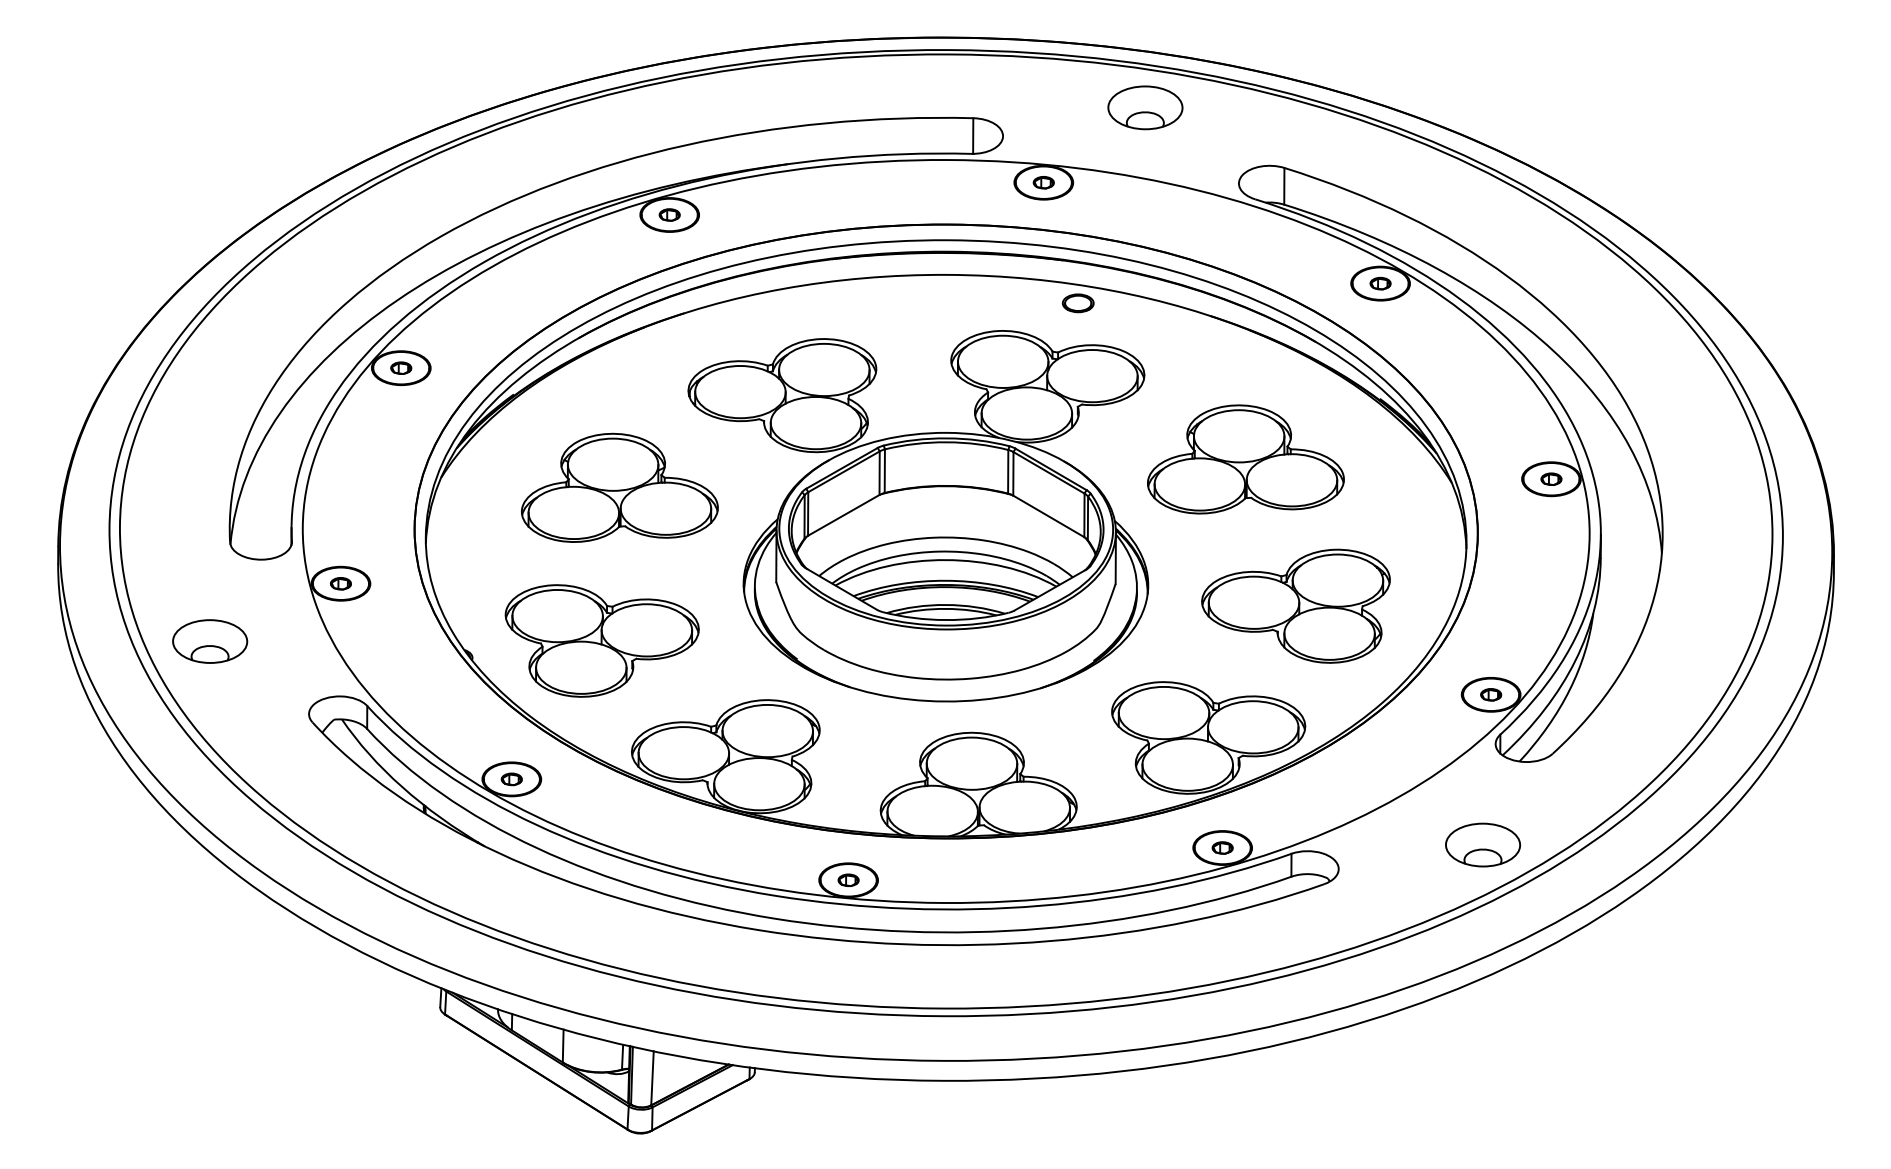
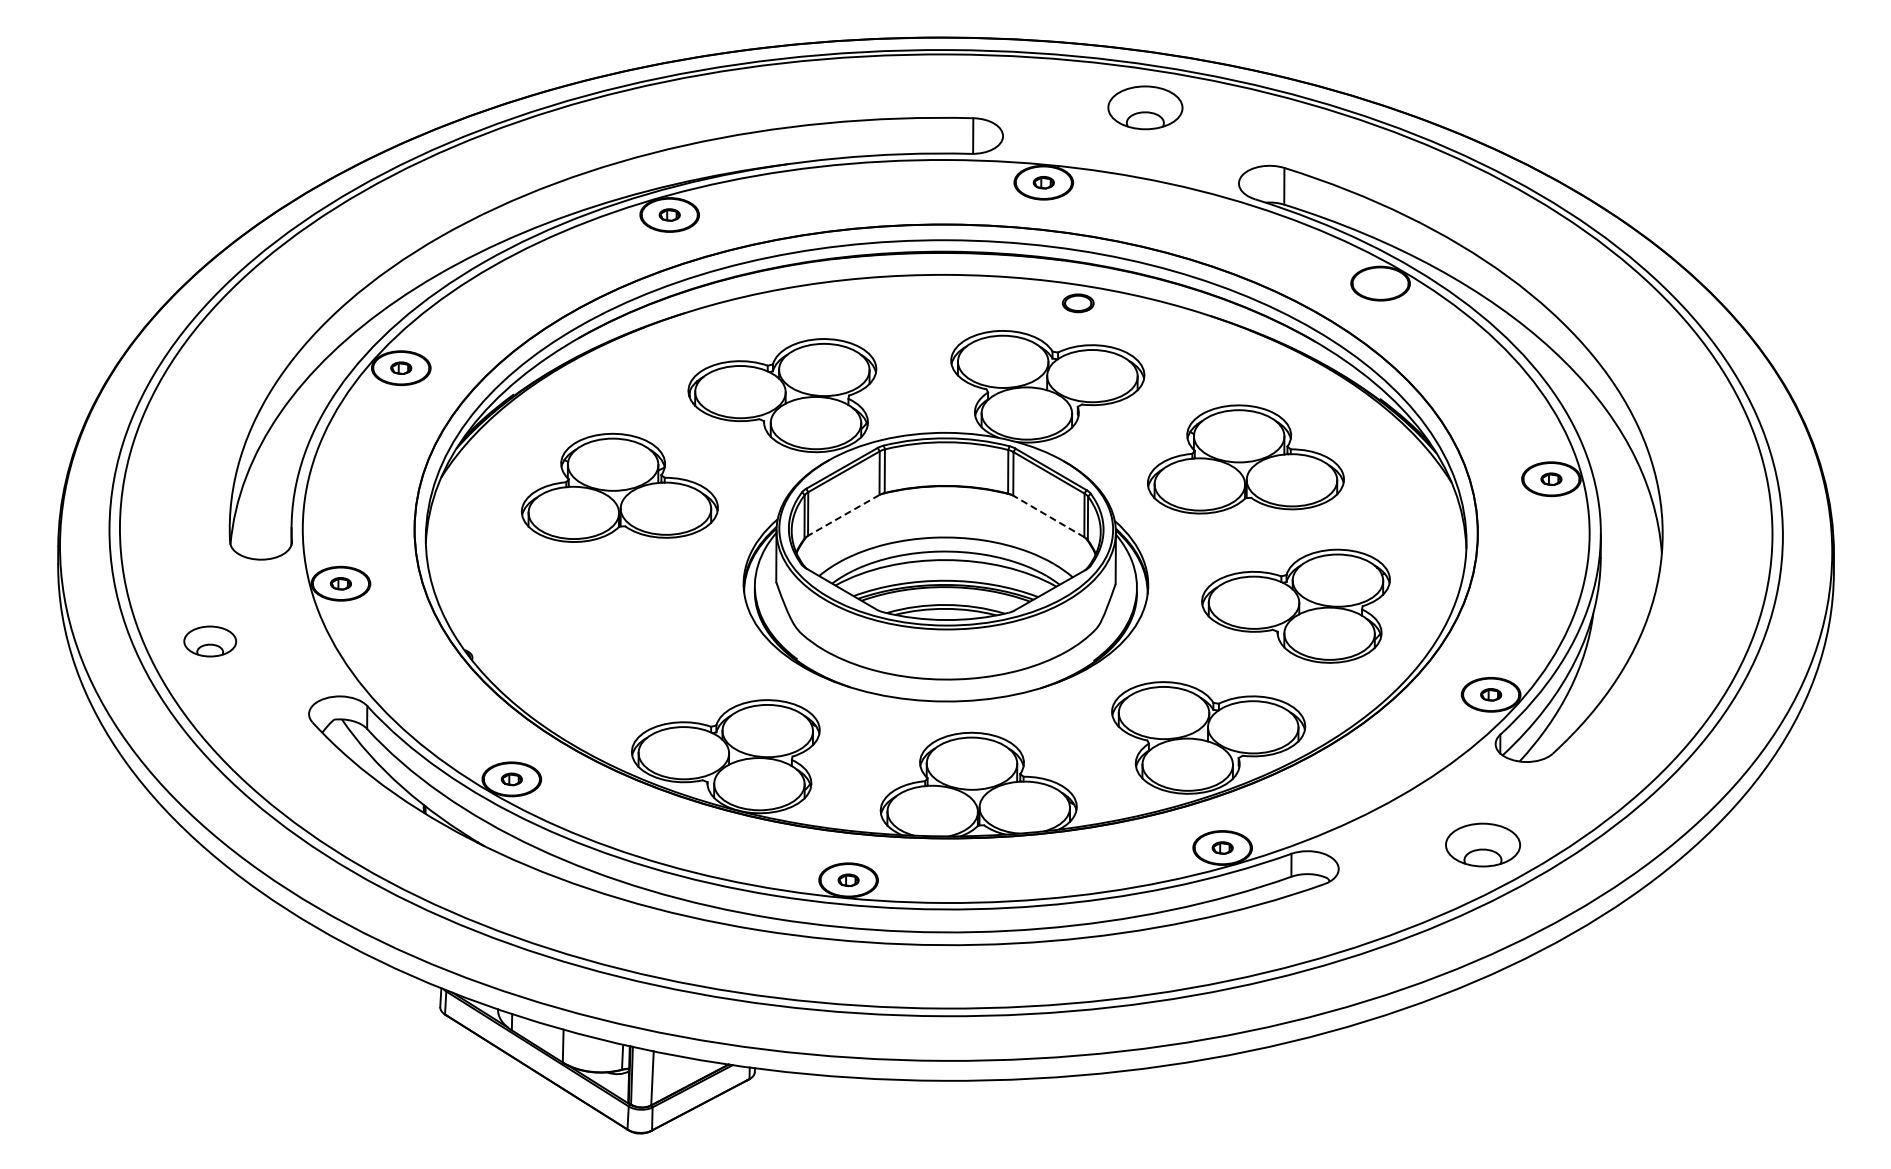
part at (1380, 283): present -> none
line at (843, 515): solid -> dashed
line at (1048, 516): solid -> dashed
part at (601, 640): present -> none
part at (210, 641) size: 77x45 px -> 55x33 px
